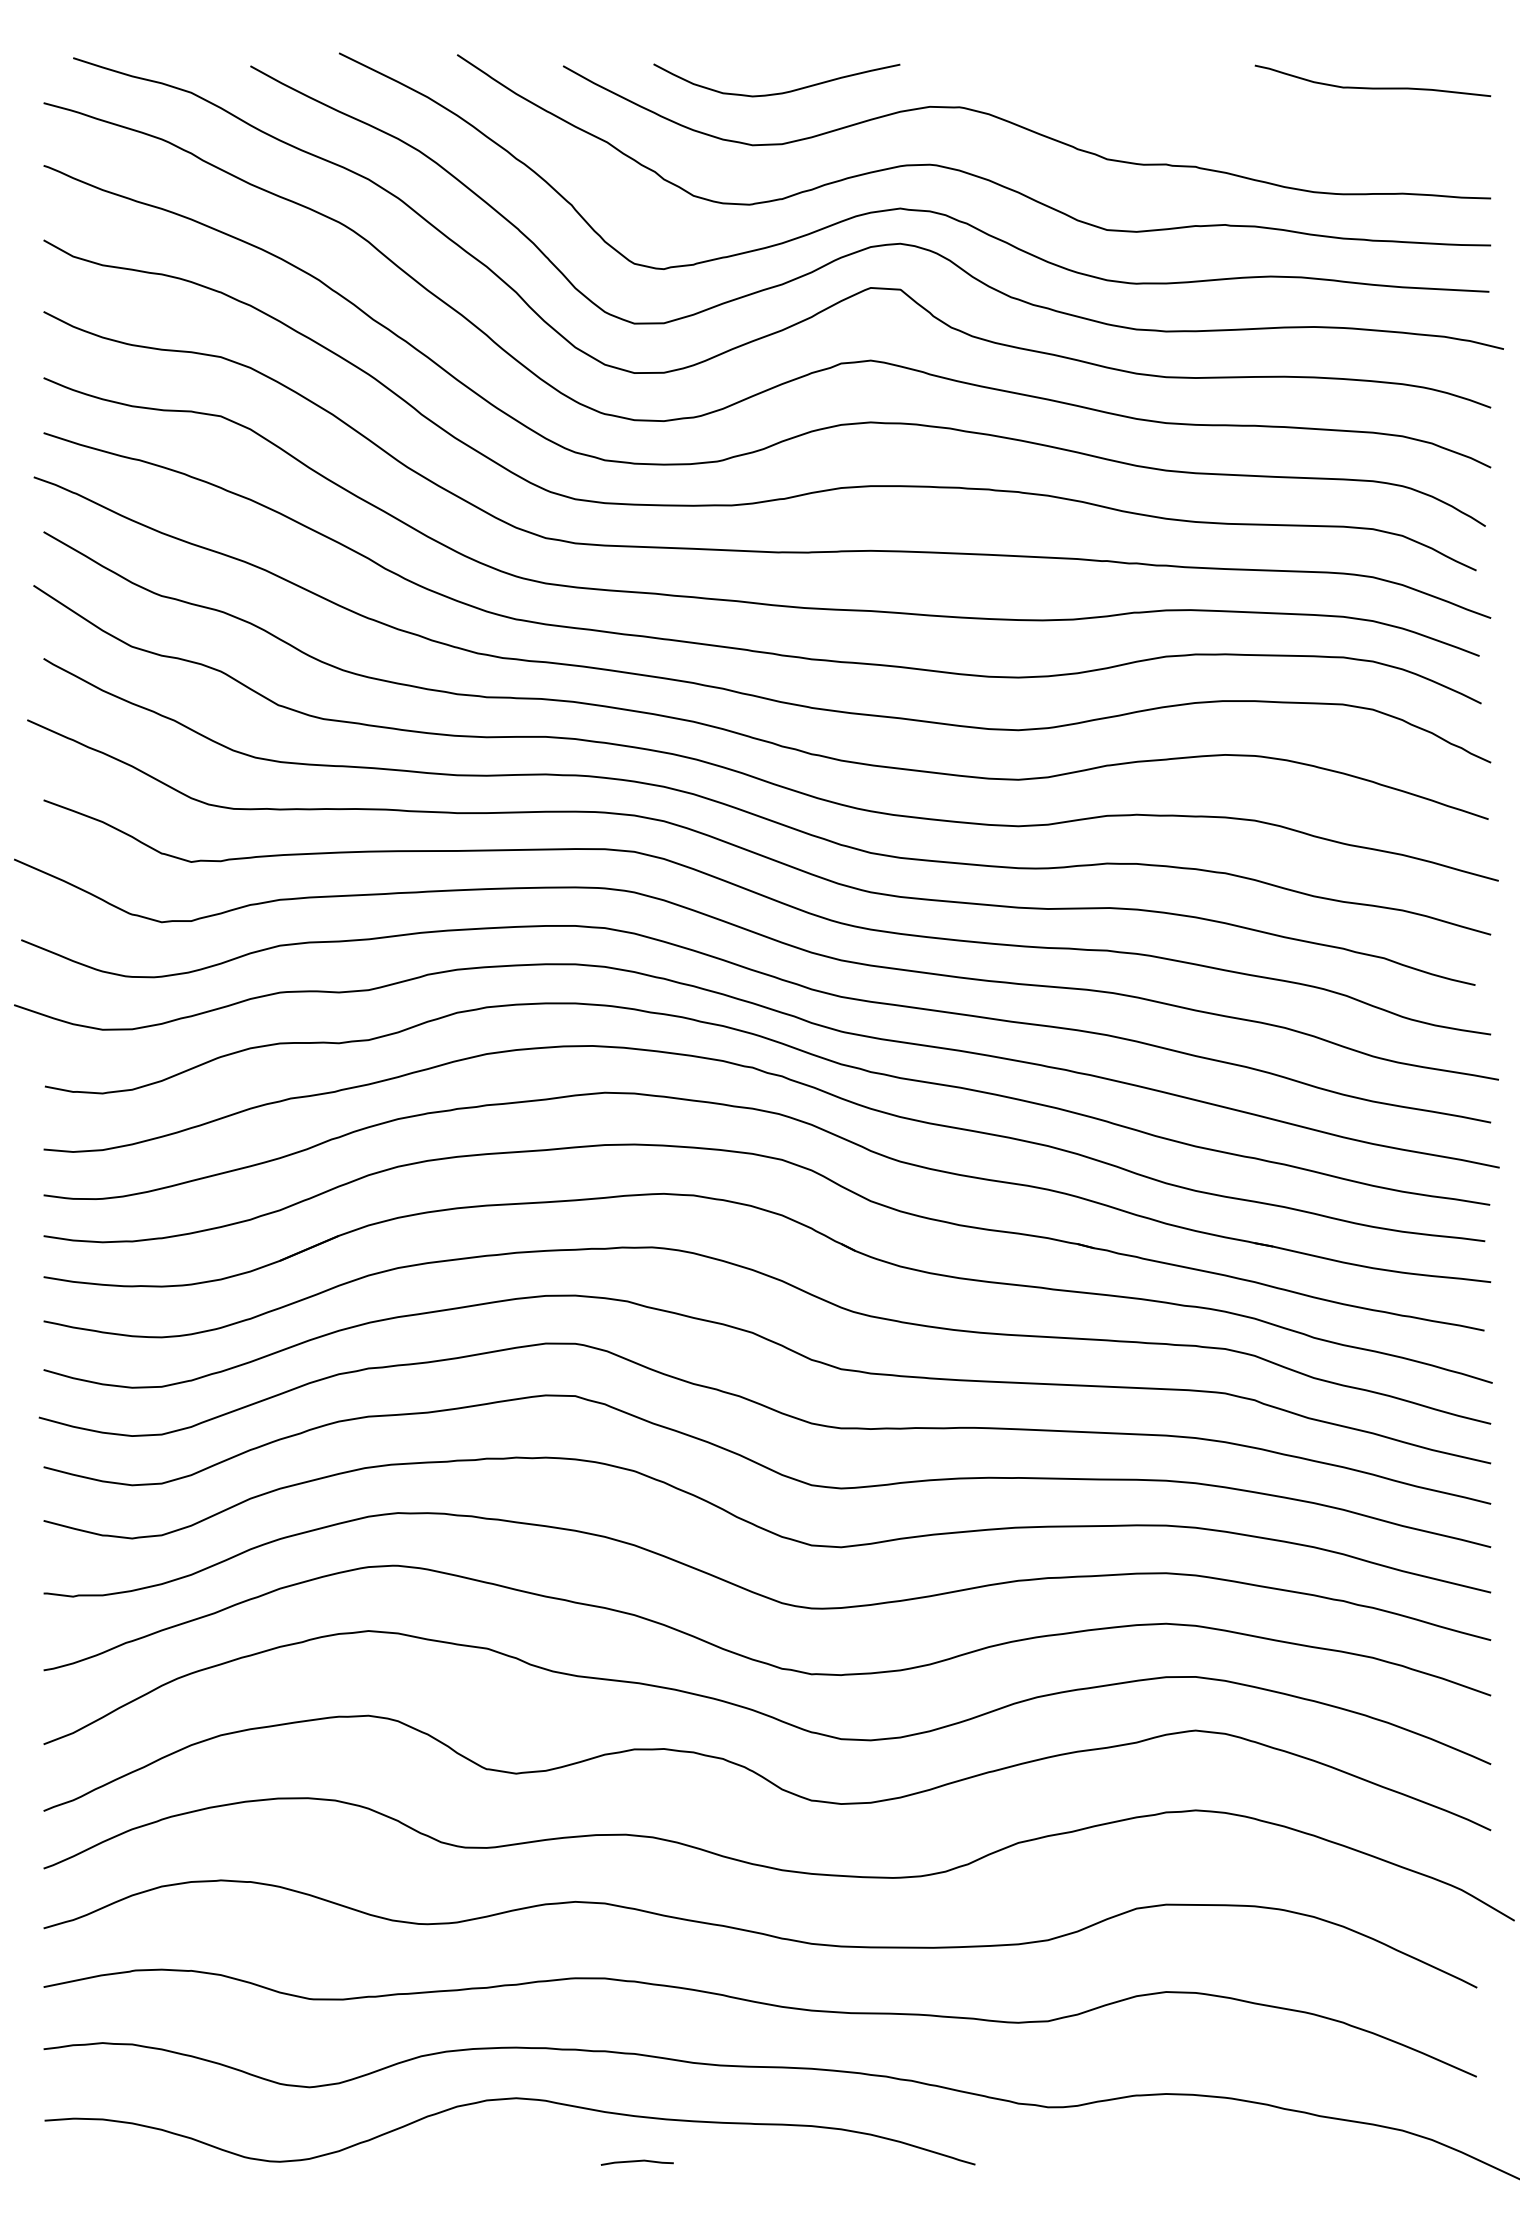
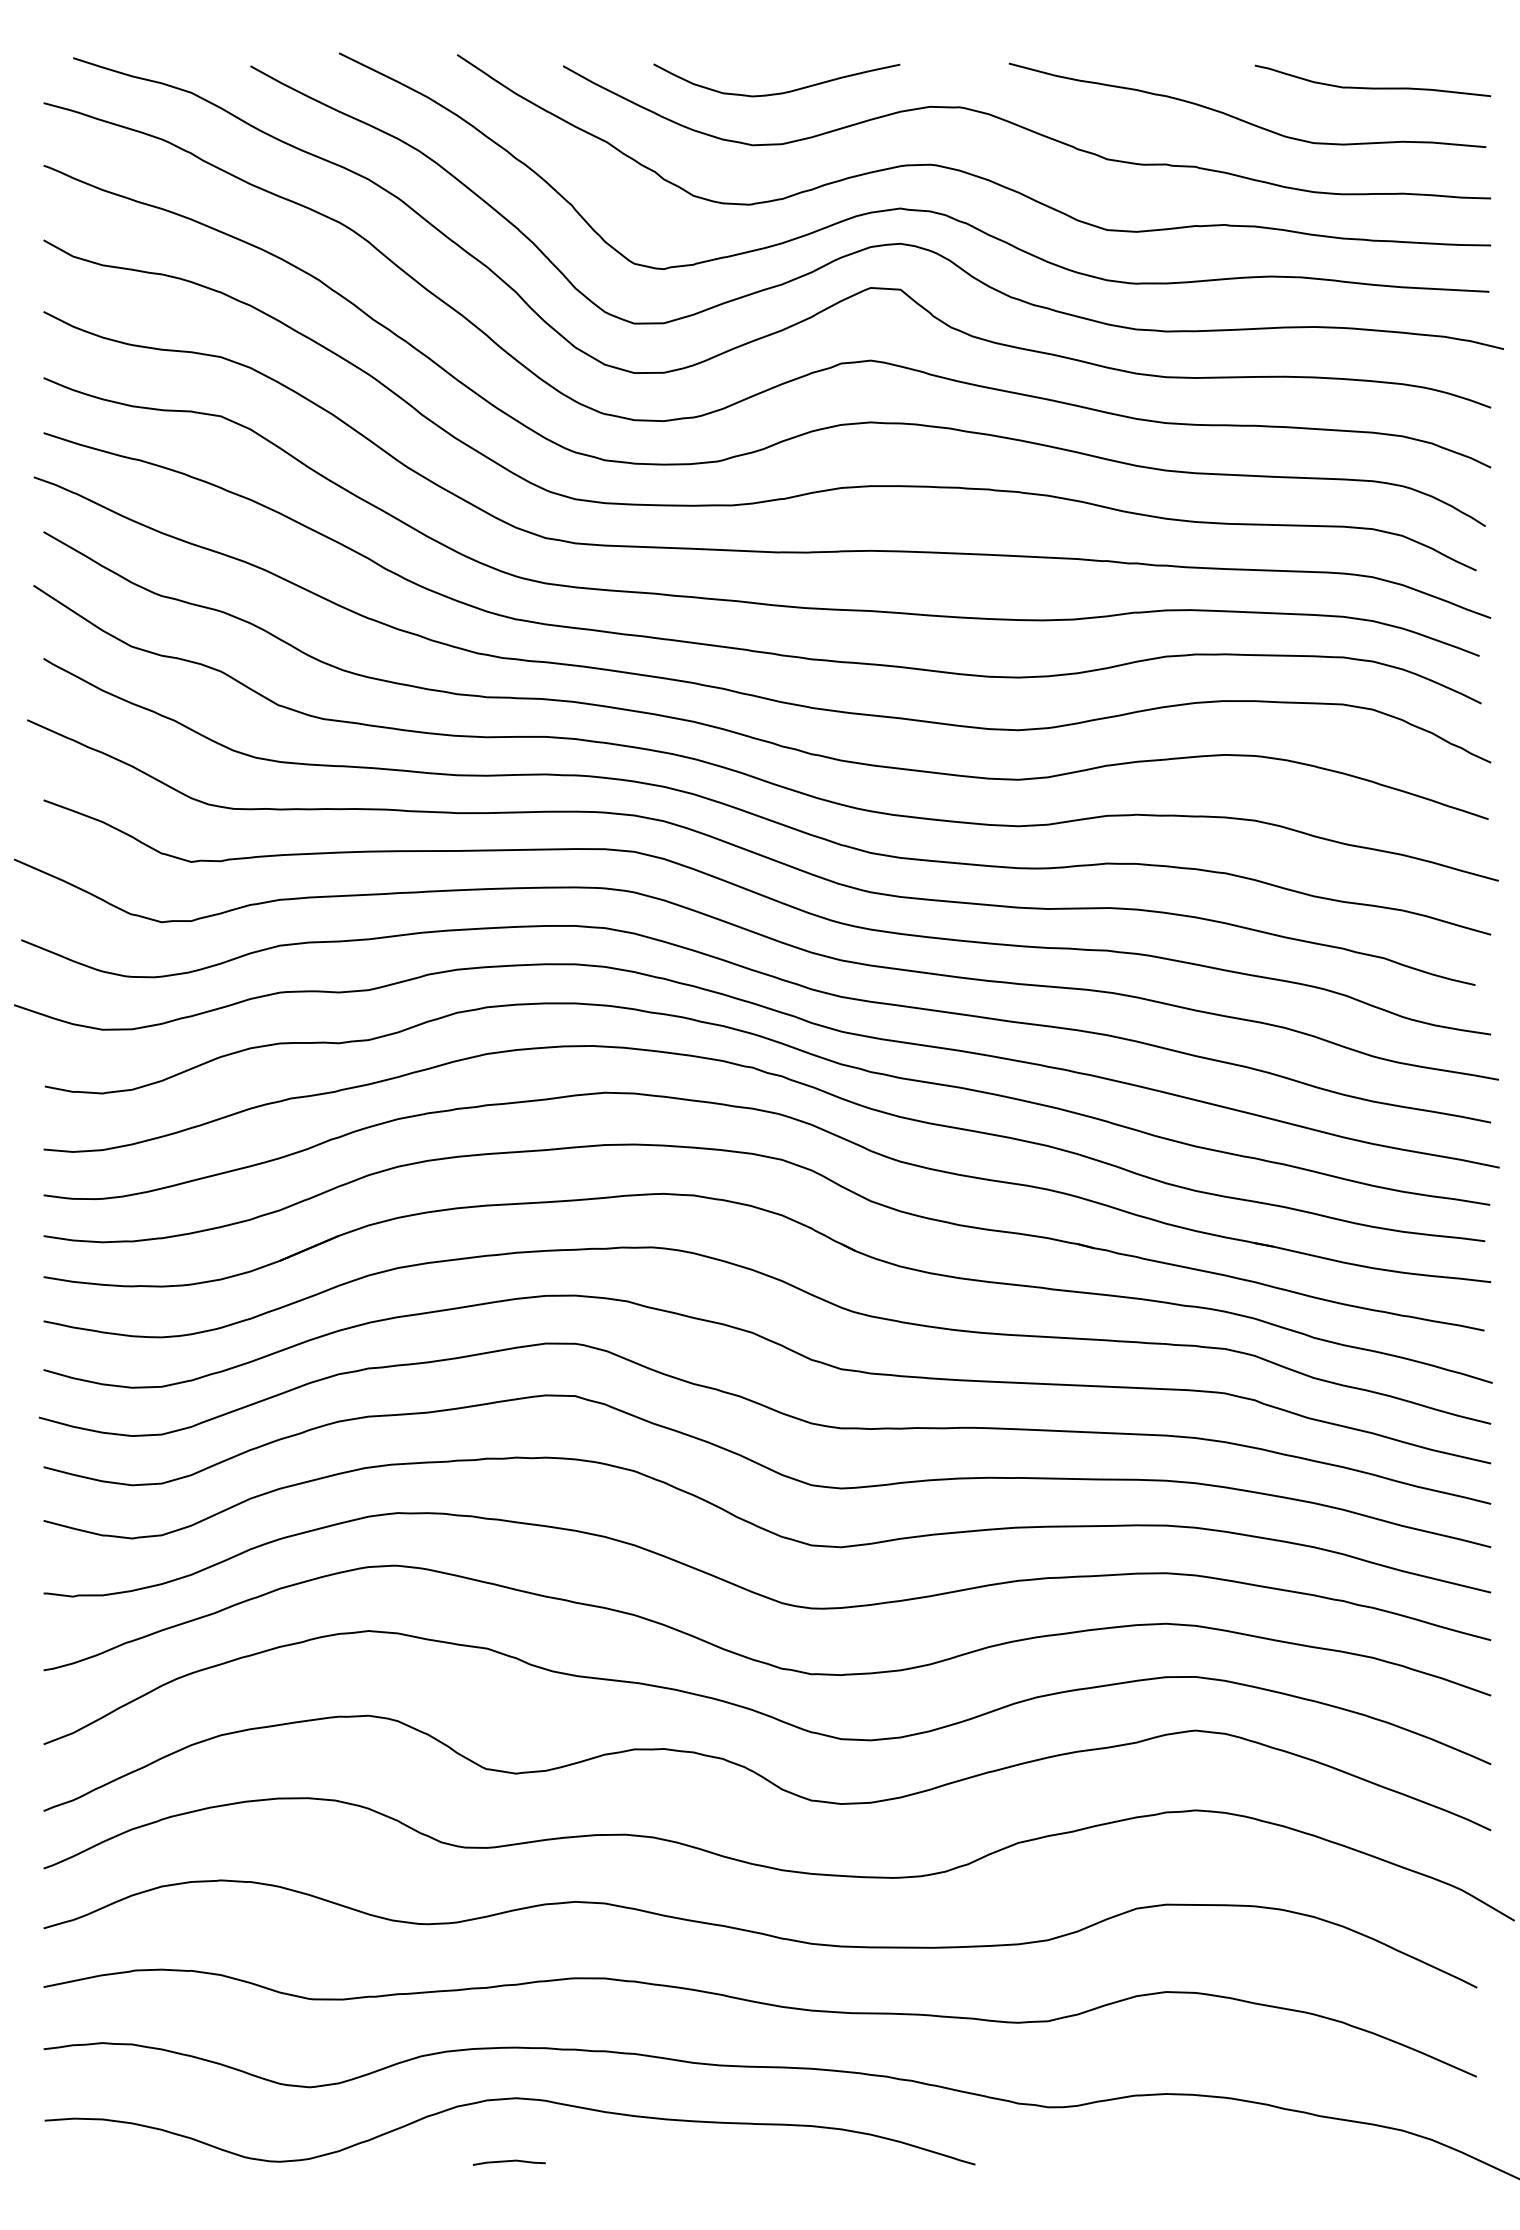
curve at (1240, 118): none -> present
line at (636, 2161) position: (636, 2161) -> (508, 2161)
